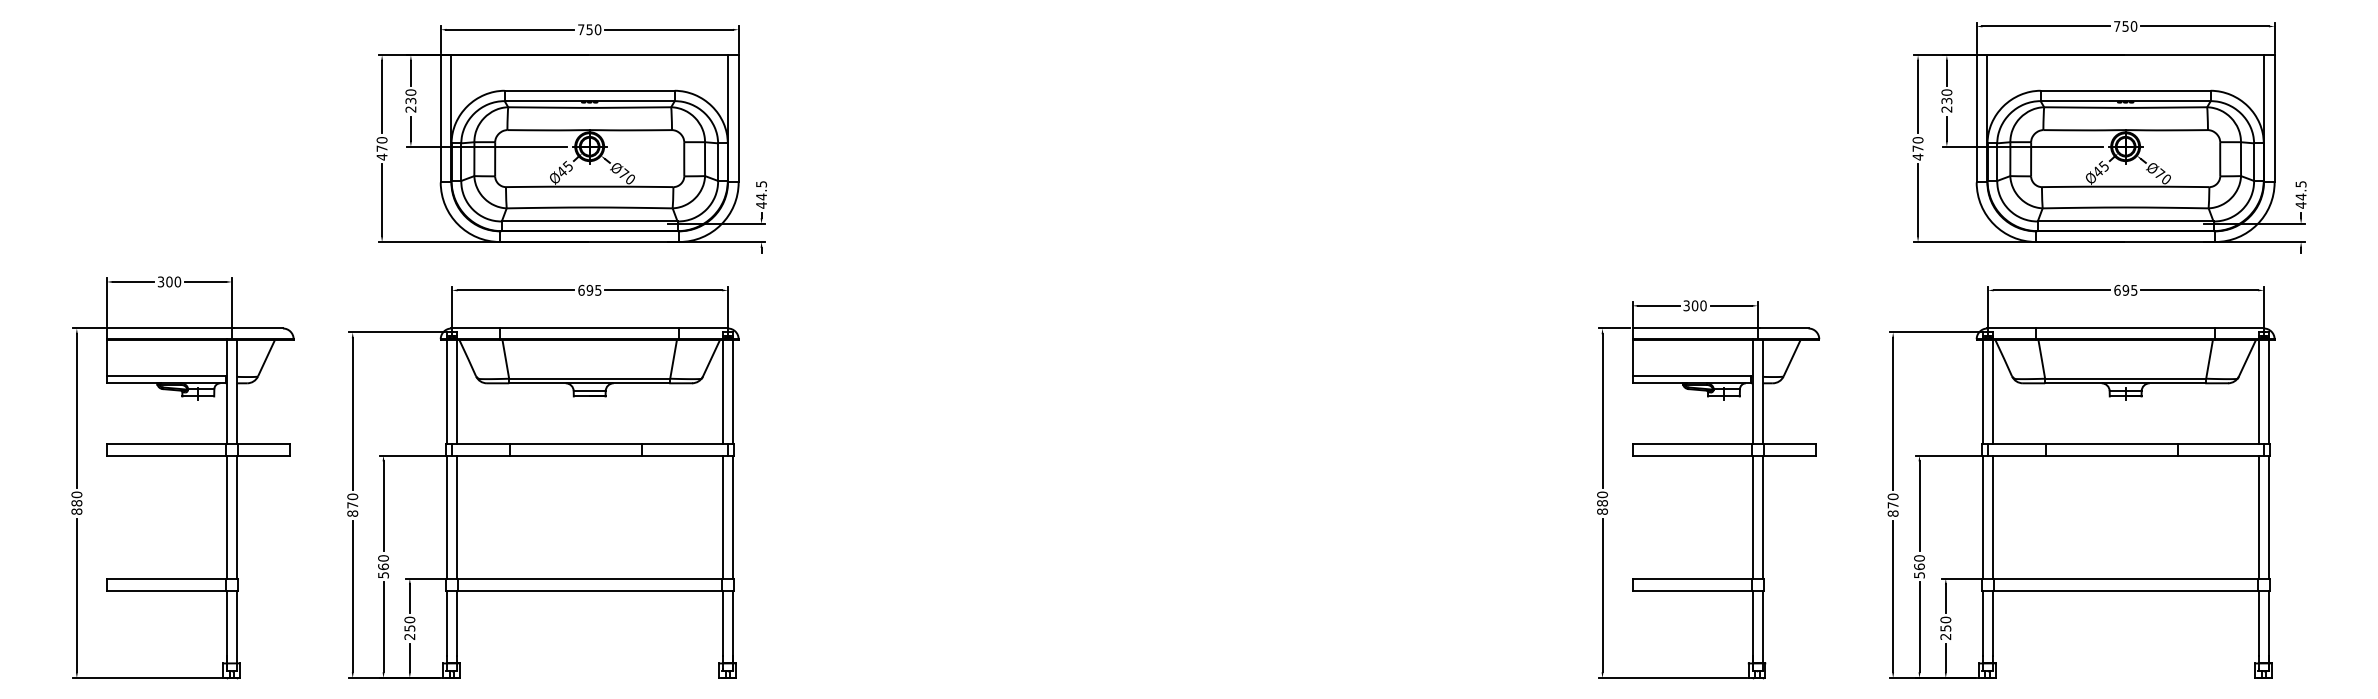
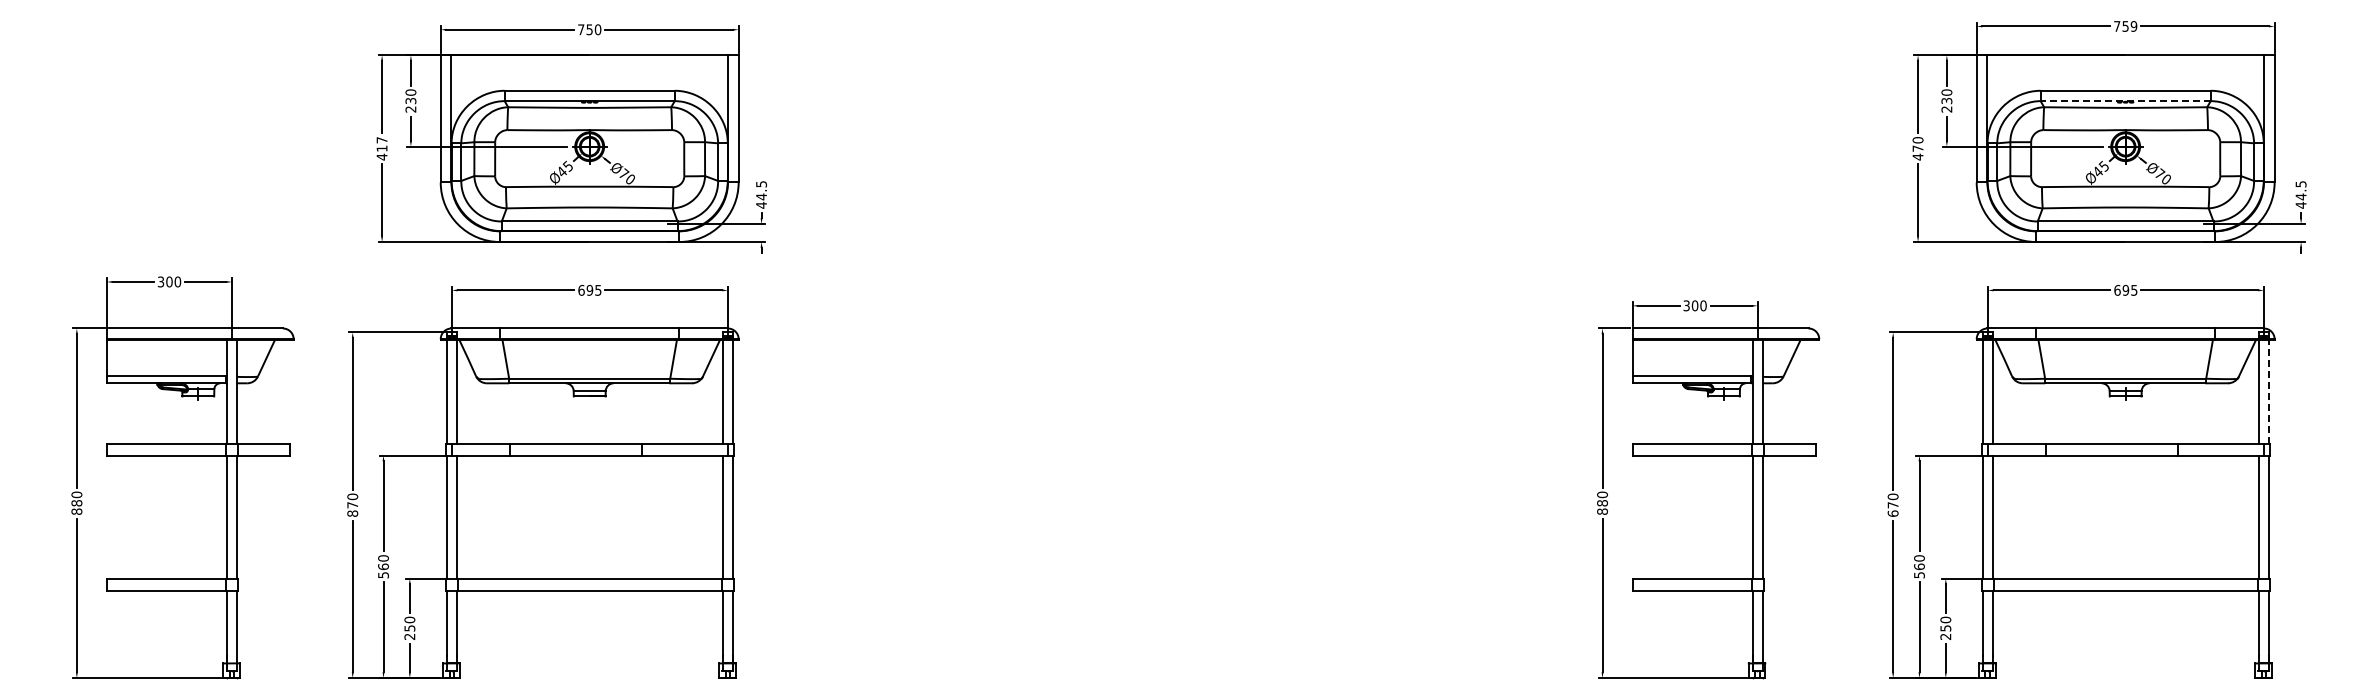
text at (2133, 26): 750 -> 759
line at (2125, 101): solid -> dashed
text at (381, 144): 470 -> 417
line at (2269, 390): solid -> dashed
text at (1892, 513): 870 -> 670
